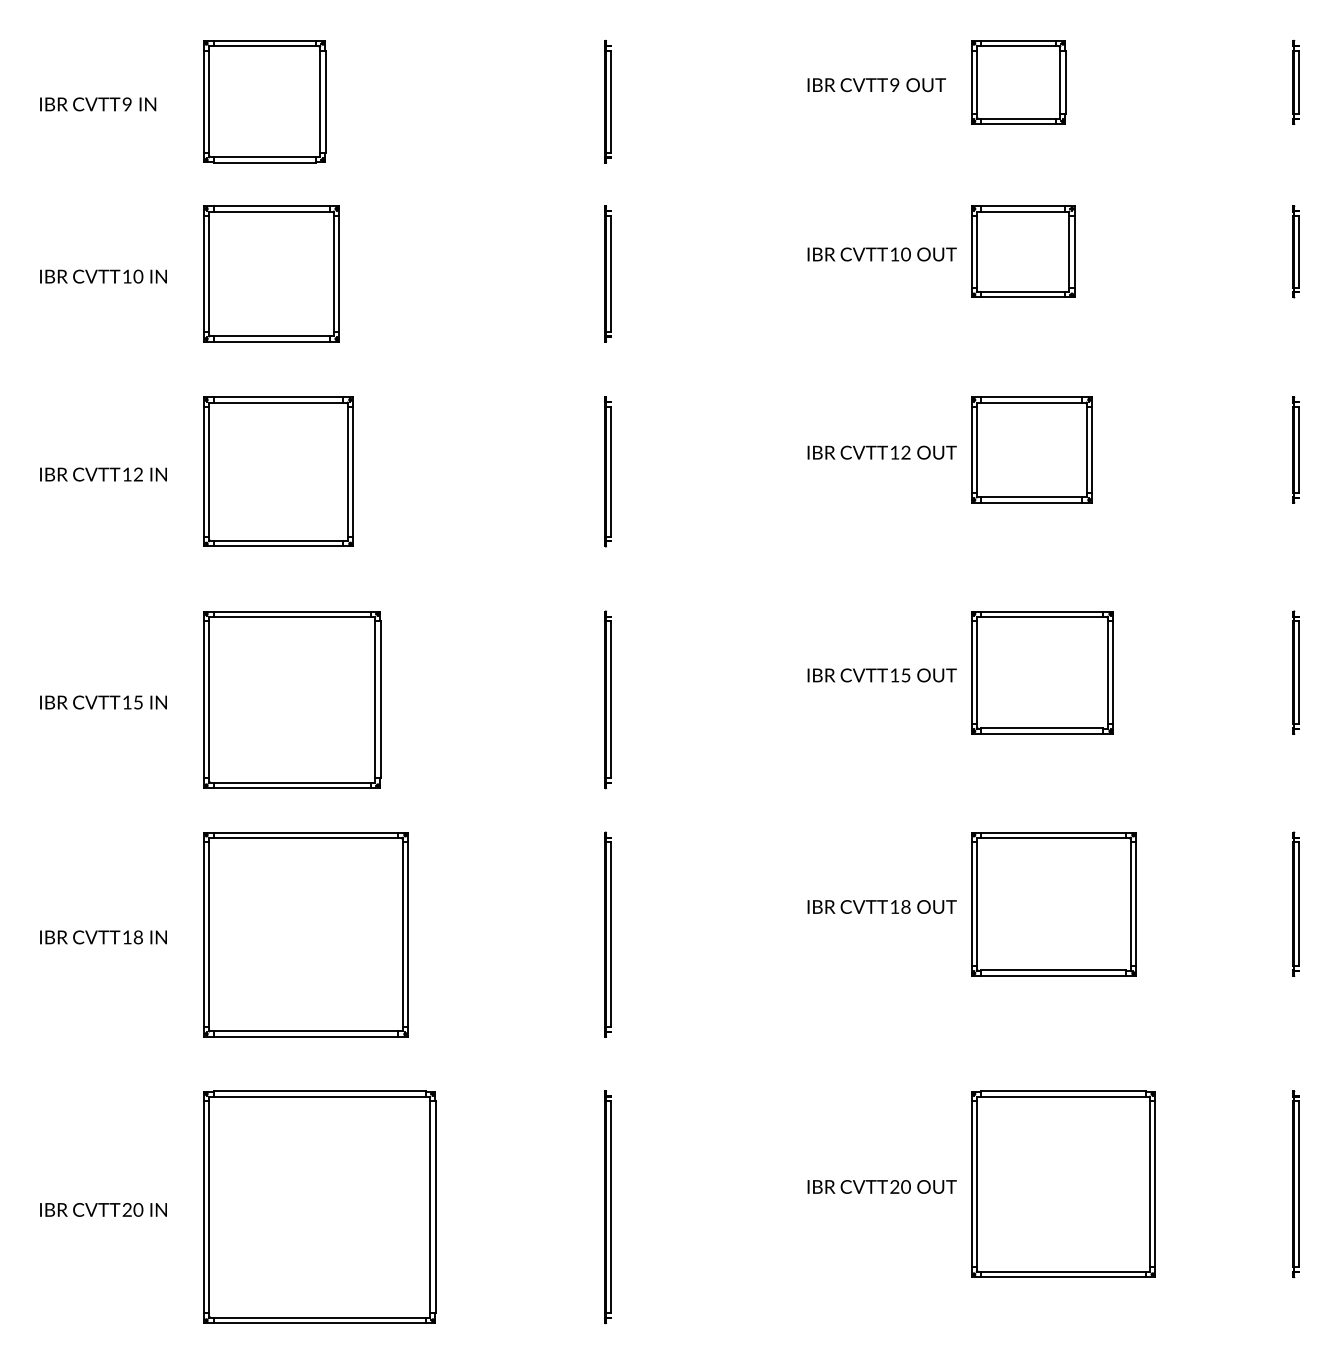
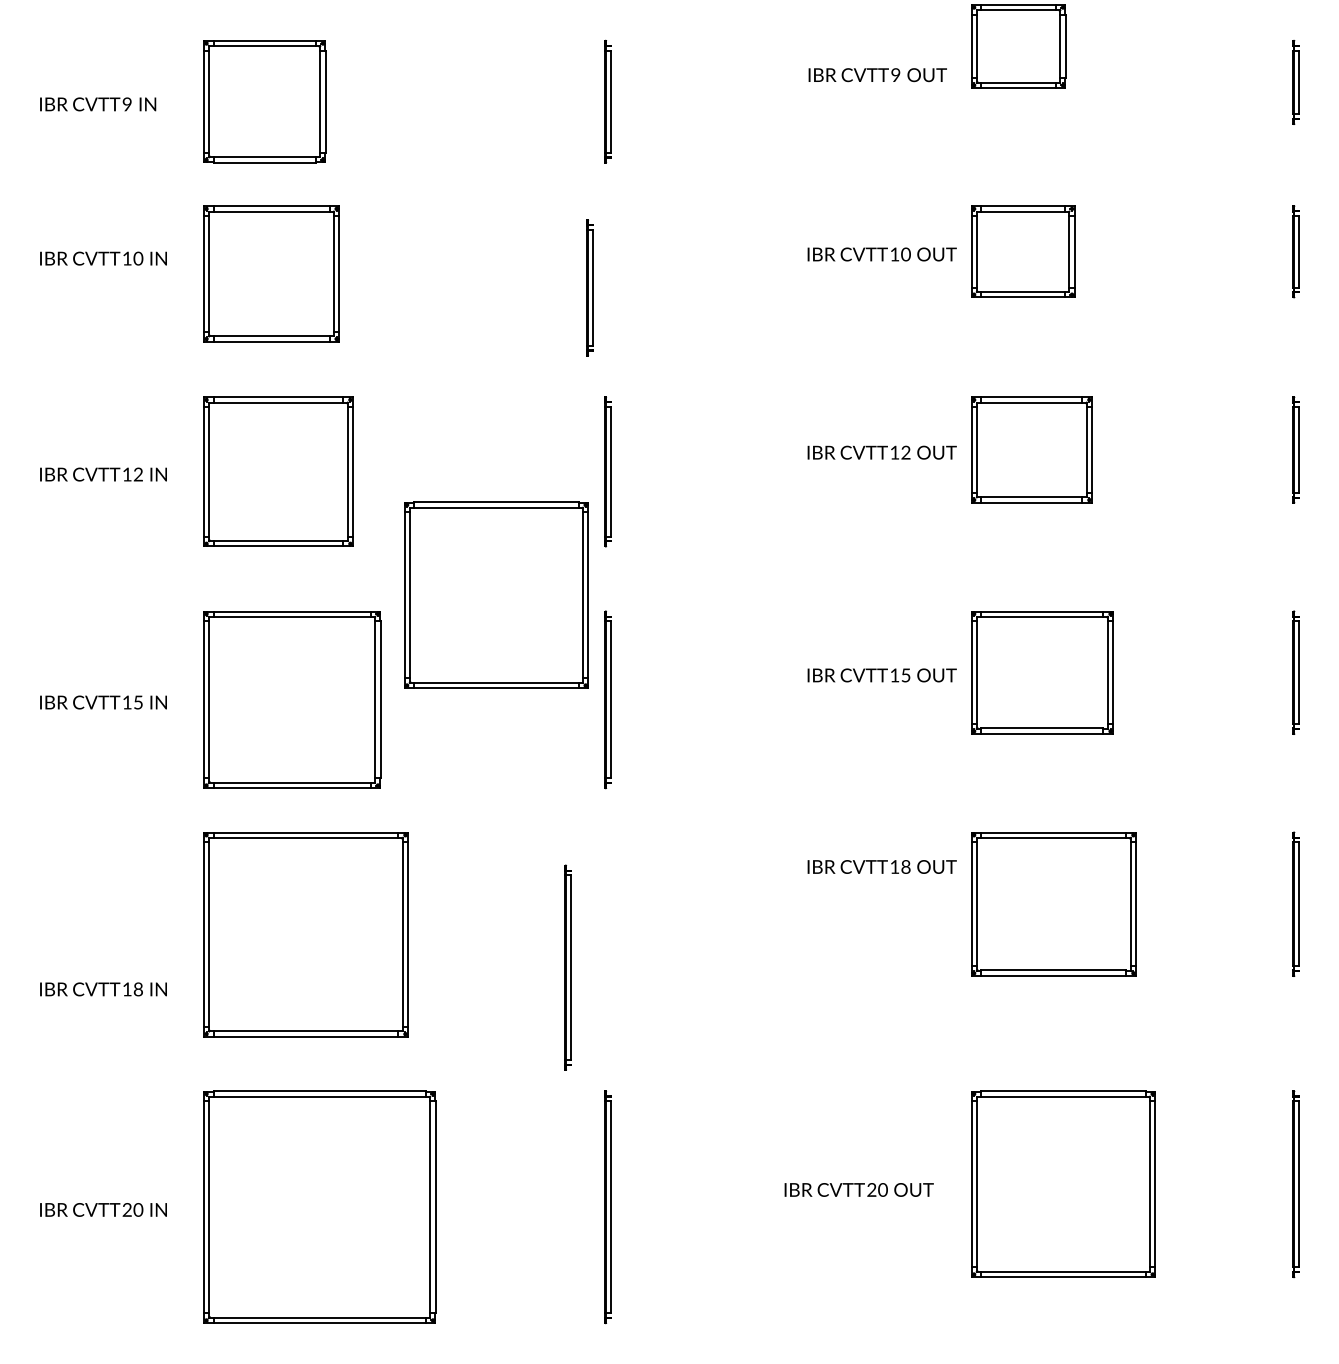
part at (1018, 82) position: (1018, 82) -> (1018, 46)
text at (876, 85) position: (876, 85) -> (877, 75)
part at (607, 273) position: (607, 273) -> (589, 287)
text at (103, 276) position: (103, 276) -> (103, 258)
part at (496, 594): none -> present
text at (881, 906) position: (881, 906) -> (881, 866)
part at (607, 934) position: (607, 934) -> (567, 967)
text at (103, 937) position: (103, 937) -> (103, 989)
text at (881, 1186) position: (881, 1186) -> (858, 1189)
